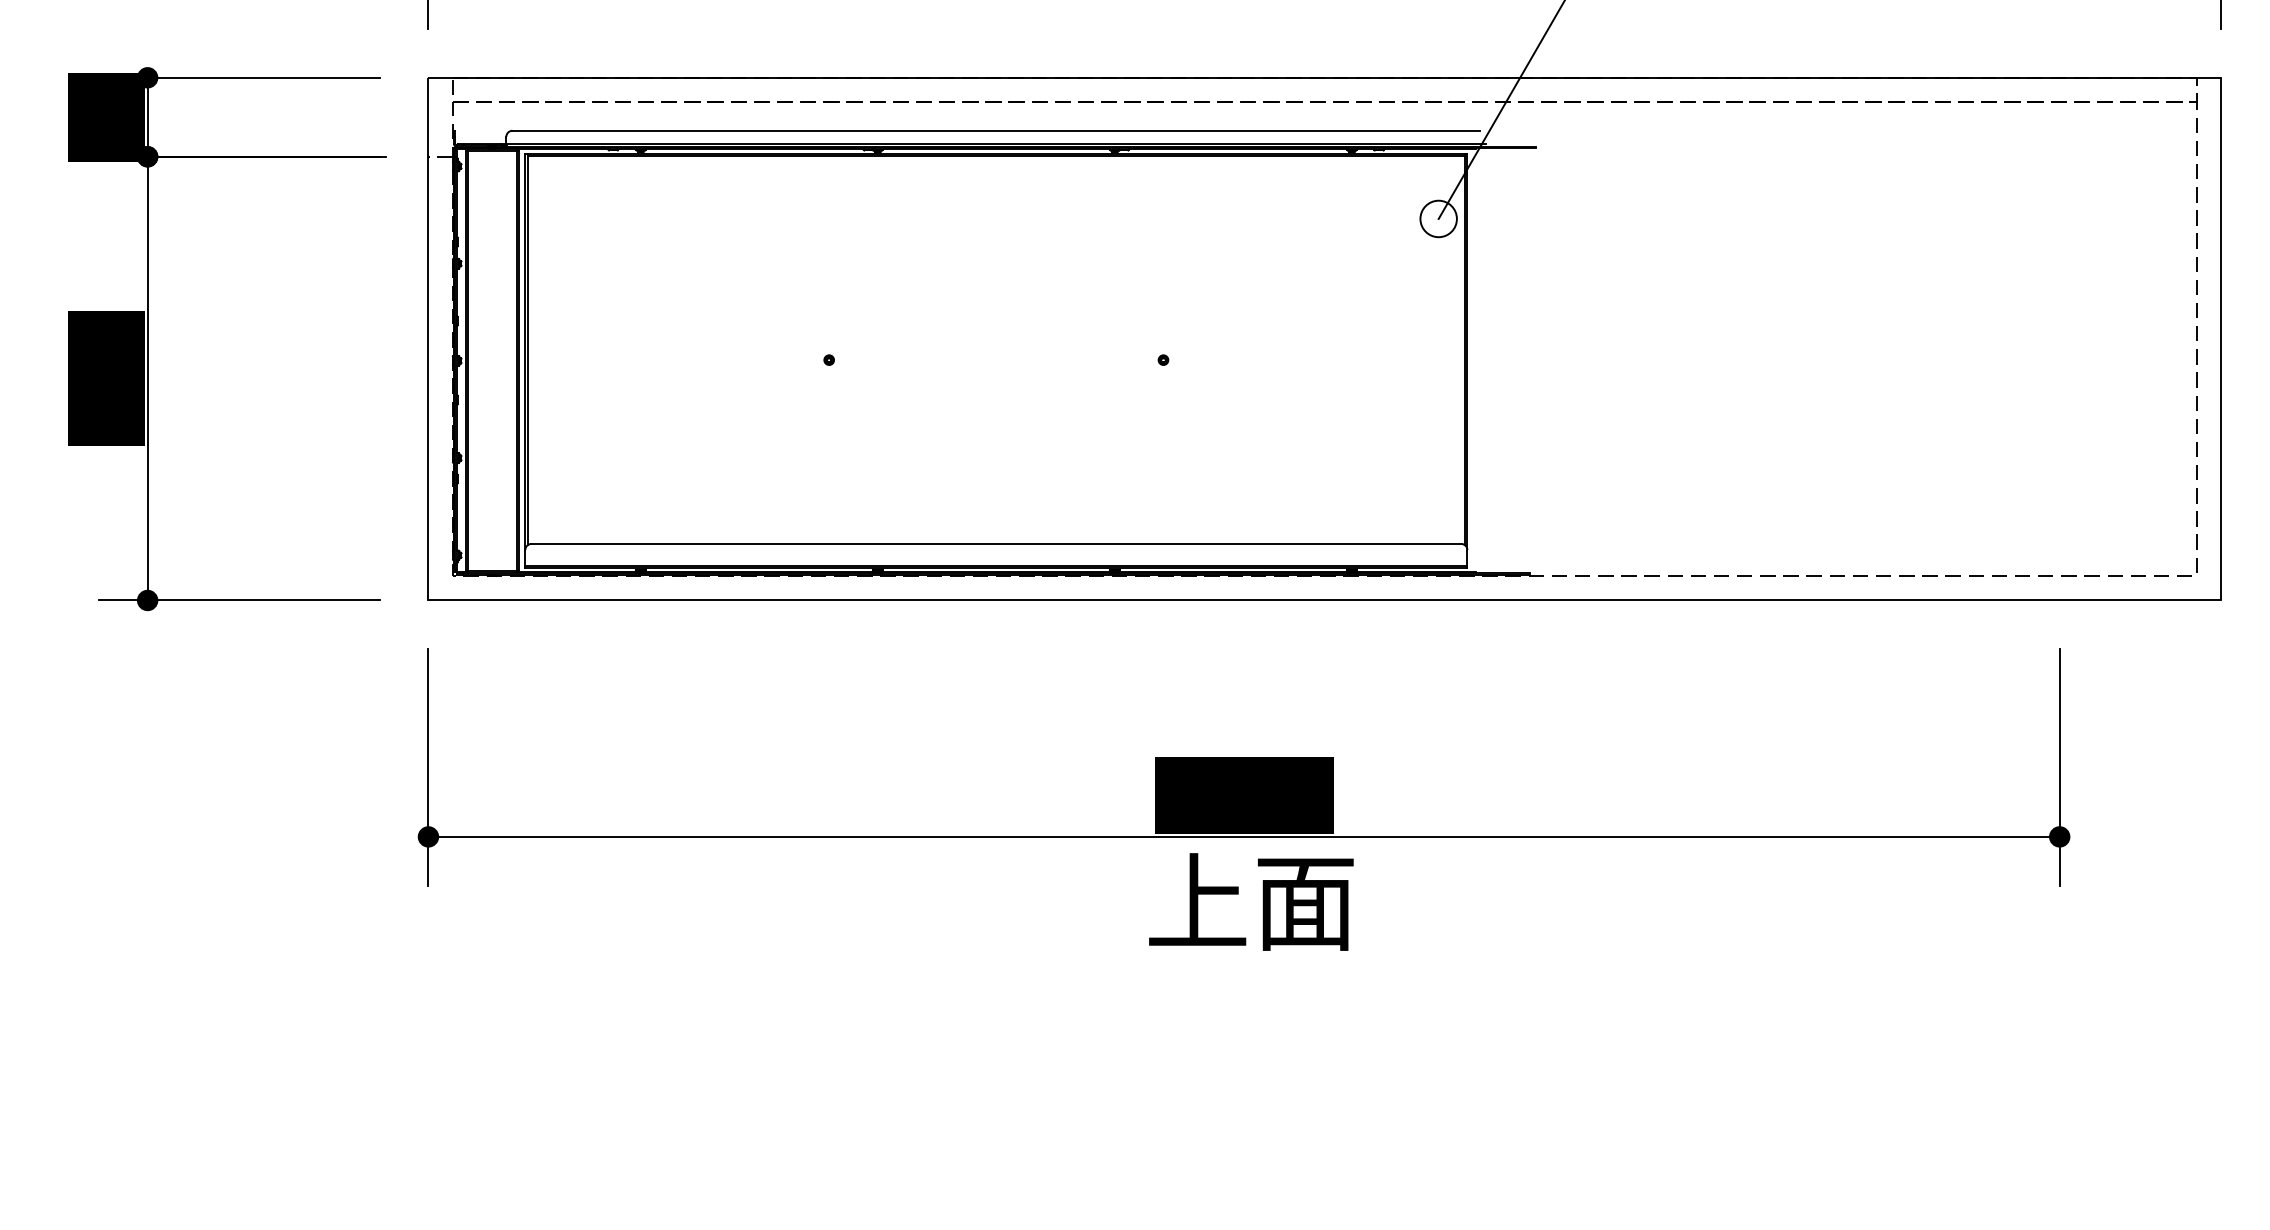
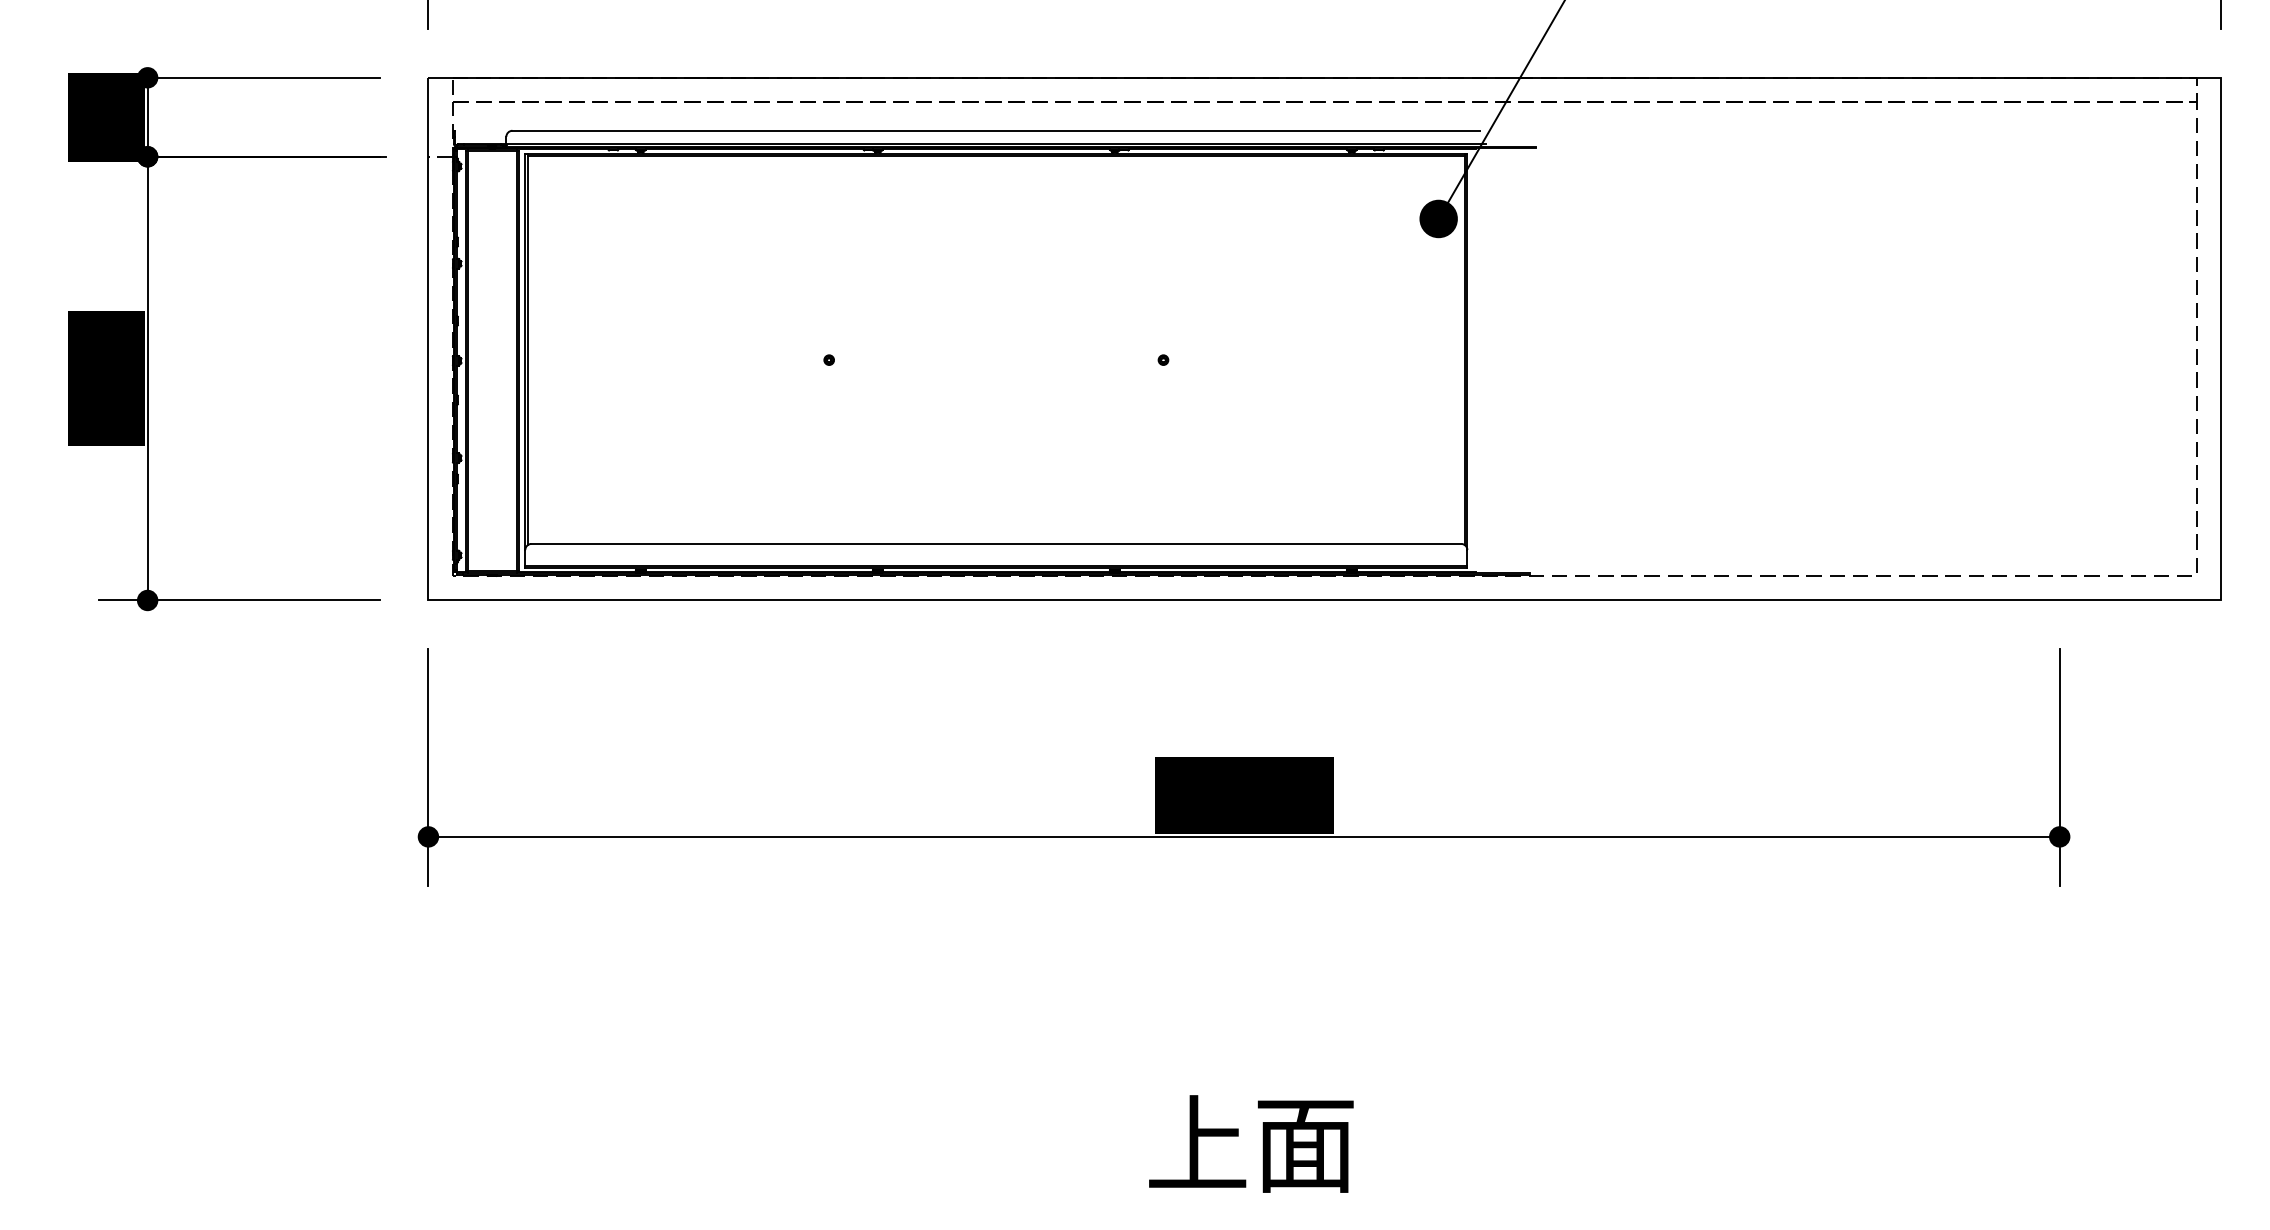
fill at (1438, 218): none -> present
text at (1251, 901) position: (1251, 901) -> (1251, 1143)
